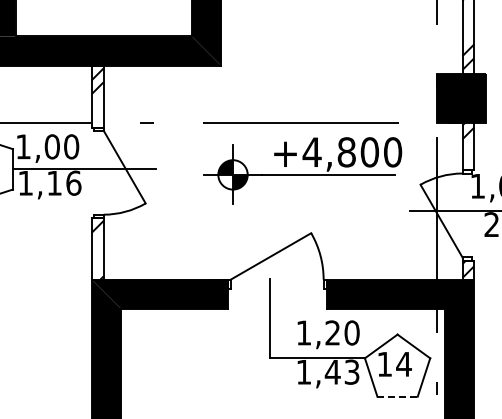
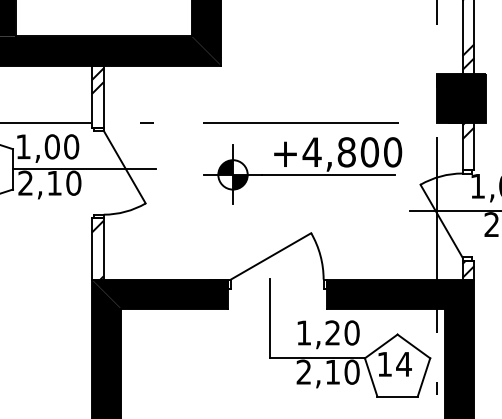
text at (49, 182): 1,16 -> 2,10
text at (327, 371): 1,43 -> 2,10
line at (398, 396): dashed -> solid
